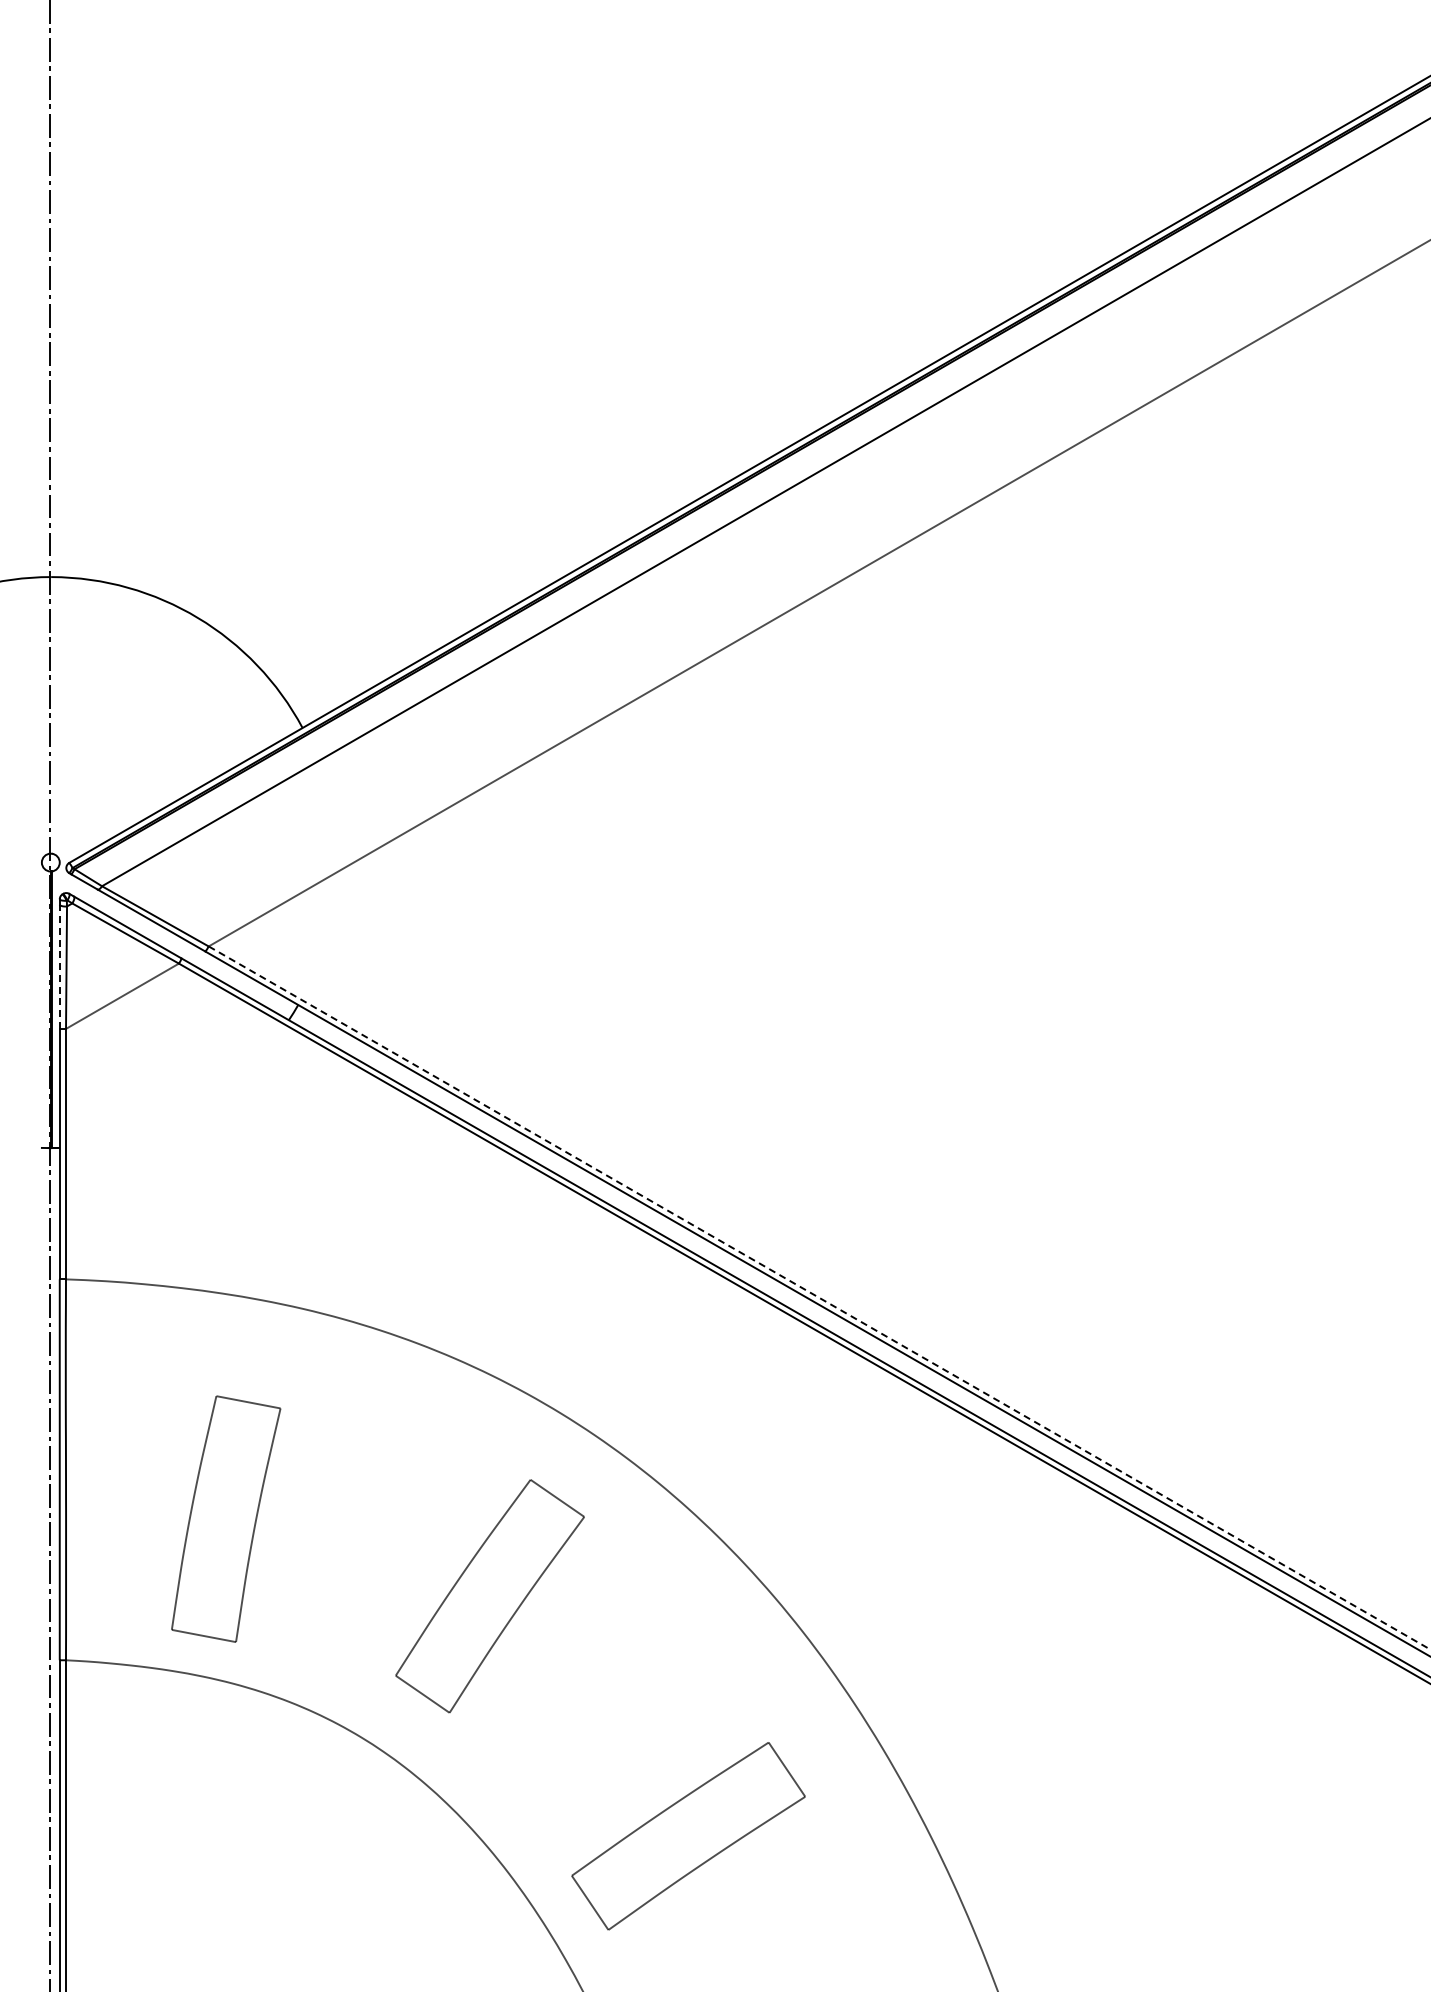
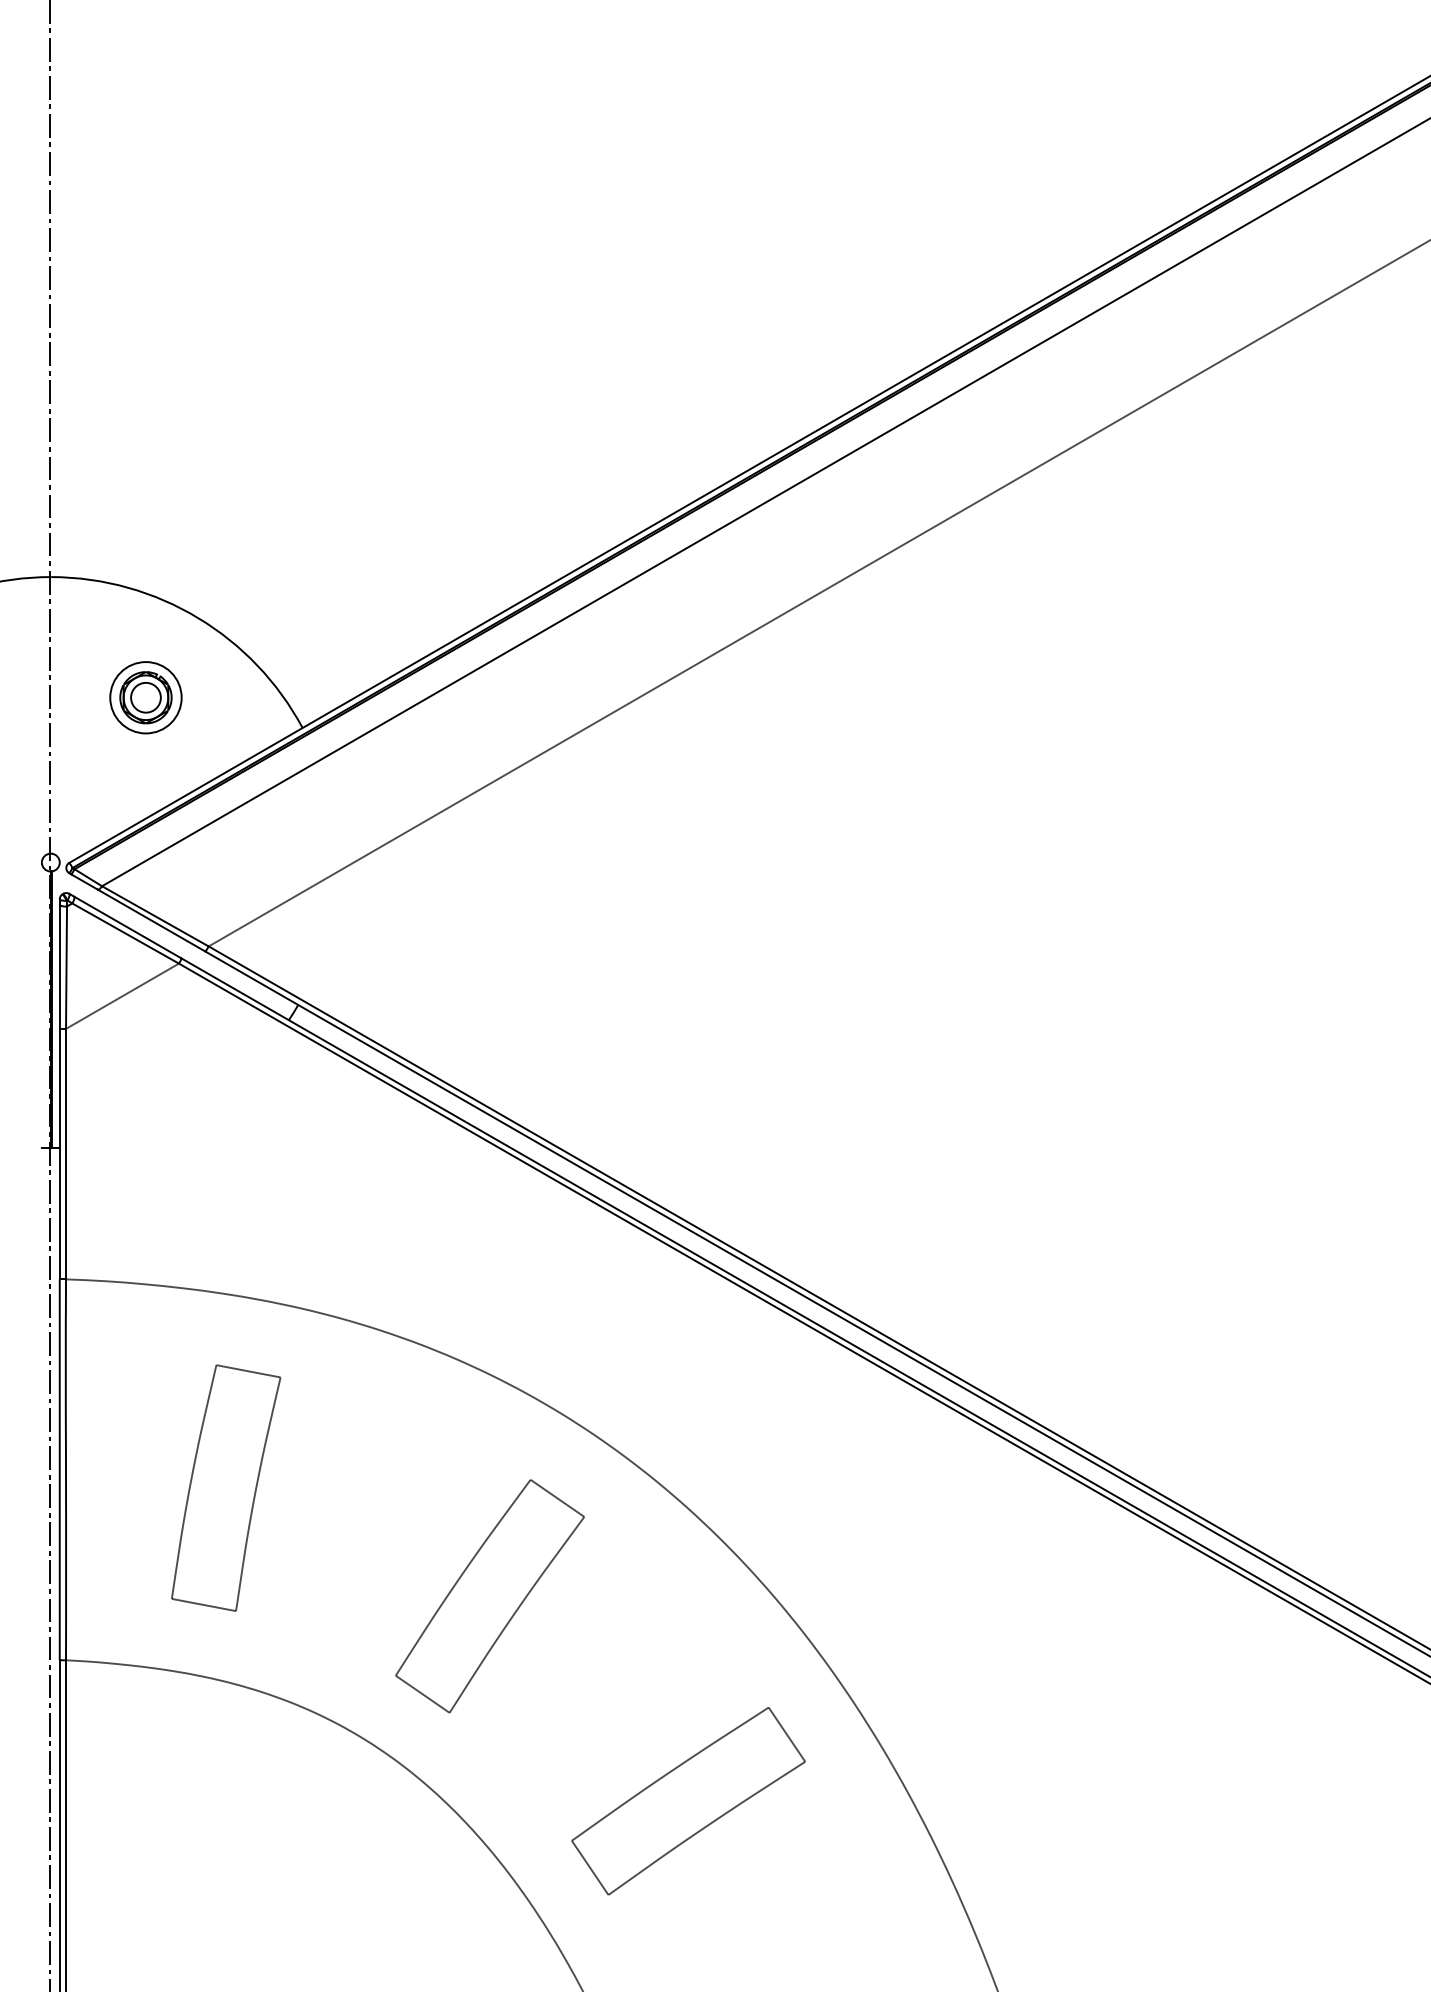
part at (145, 697): none -> present
line at (59, 966): dashed -> solid
line at (819, 1297): dashed -> solid
part at (226, 1518) position: (226, 1518) -> (226, 1487)
part at (688, 1836) position: (688, 1836) -> (688, 1801)
